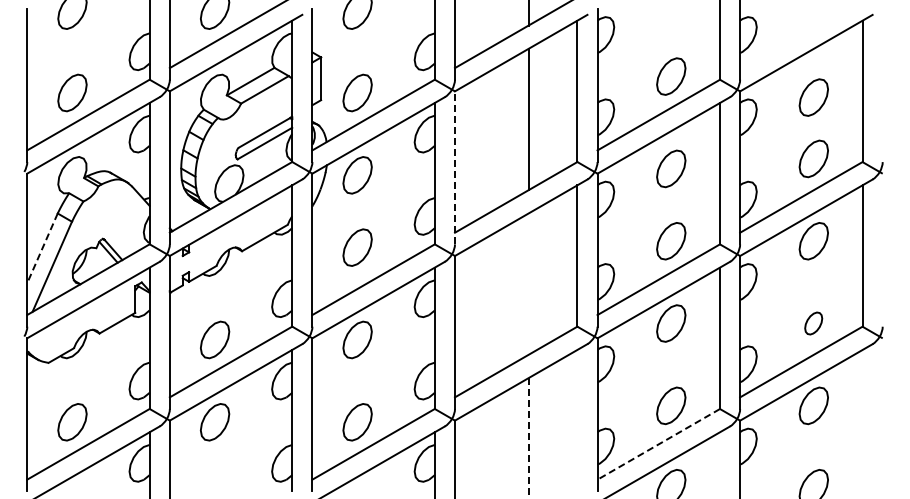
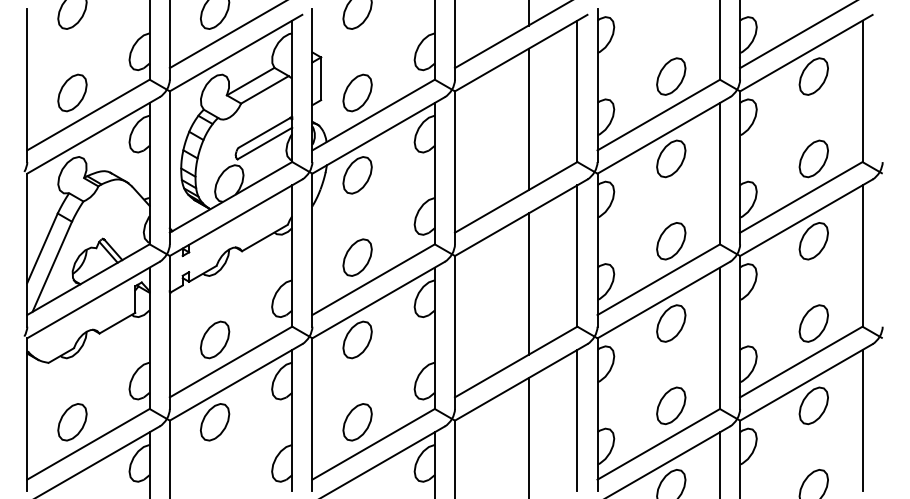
line at (796, 35): none -> present
part at (813, 97) position: (813, 97) -> (813, 76)
line at (454, 167): dashed -> solid
part at (671, 168) position: (671, 168) -> (671, 158)
part at (357, 247) position: (357, 247) -> (357, 257)
line at (42, 248): dashed -> solid
line at (528, 283): none -> present
part at (813, 323) size: 20x25 px -> 31x39 px
line at (577, 420): none -> present
line at (862, 420): none -> present
line at (528, 438): dashed -> solid
line at (658, 444): dashed -> solid
line at (719, 463): none -> present
